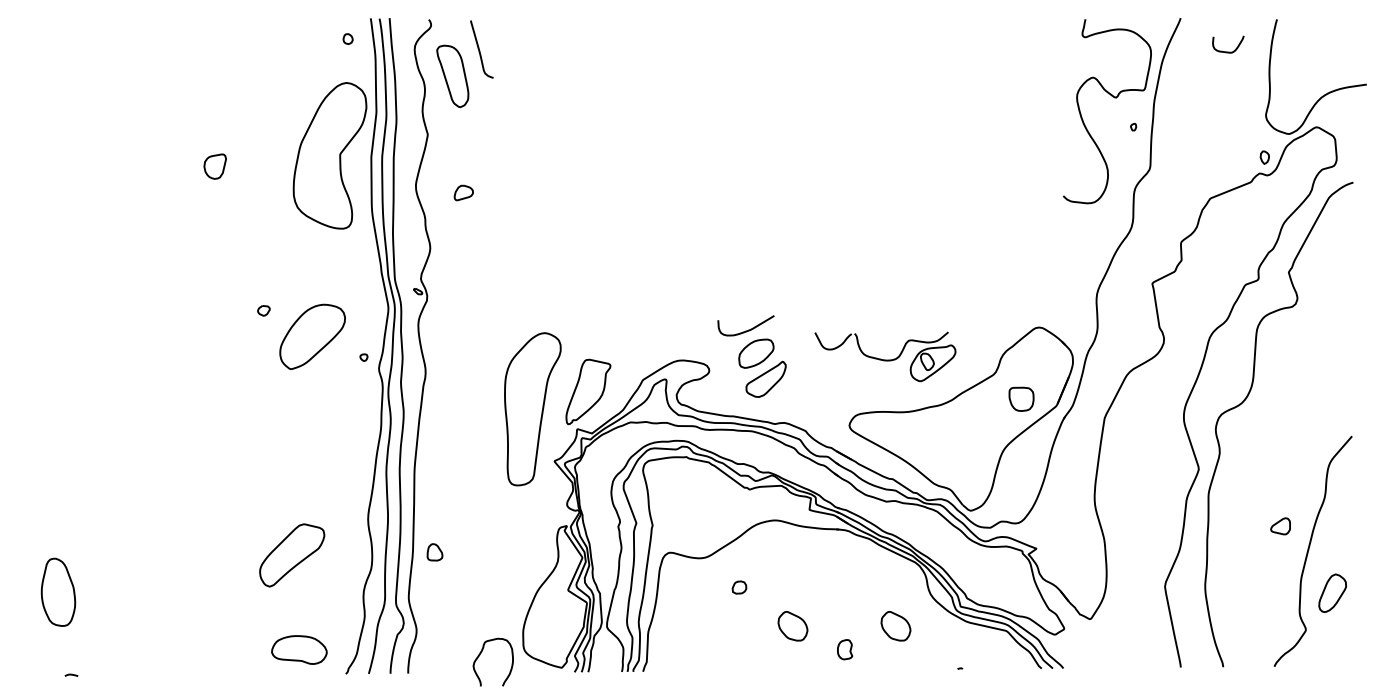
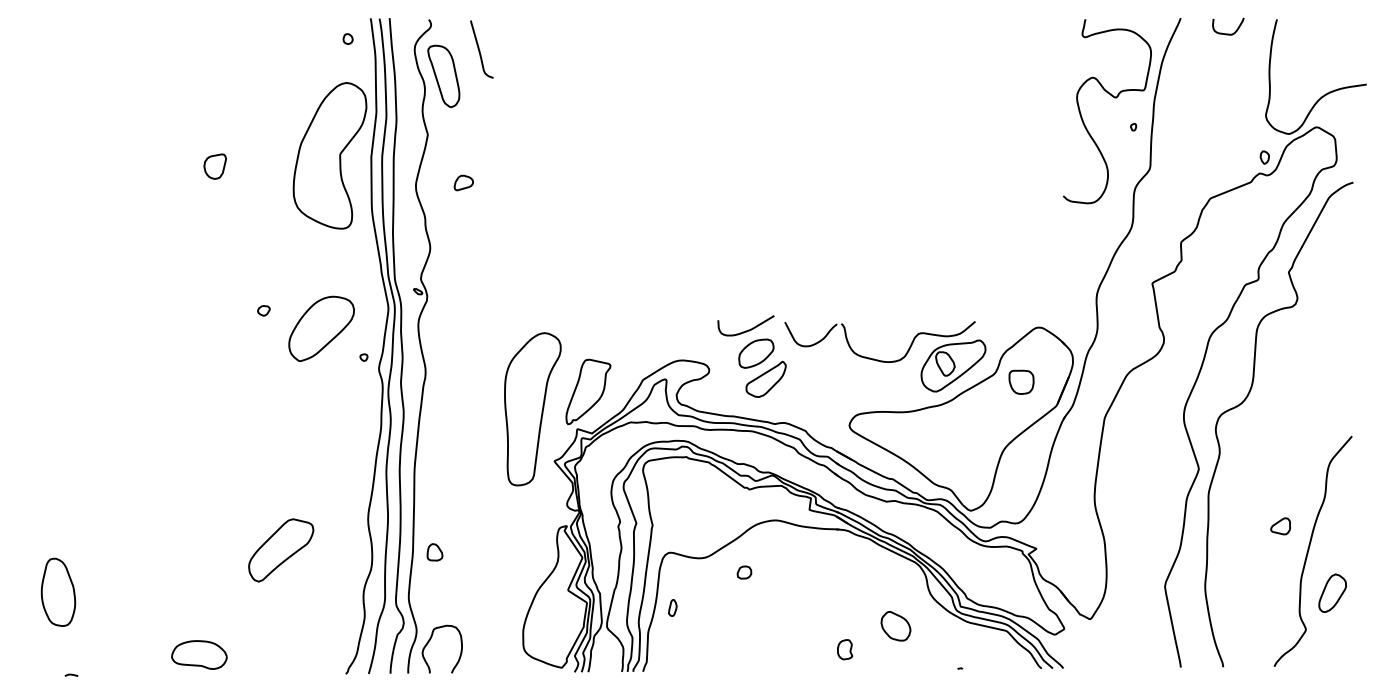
curve at (1228, 51) position: (1228, 51) -> (1228, 33)
part at (452, 76) position: (452, 76) -> (443, 76)
part at (463, 192) position: (463, 192) -> (463, 182)
part at (312, 336) position: (312, 336) -> (321, 328)
part at (885, 356) size: 143x52 px -> 203x72 px
part at (1021, 398) position: (1021, 398) -> (1021, 381)
part at (292, 555) position: (292, 555) -> (281, 550)
part at (739, 587) position: (739, 587) -> (744, 572)
part at (672, 607): none -> present
part at (792, 626): present -> none
part at (299, 649) position: (299, 649) -> (199, 654)
curve at (480, 655) position: (480, 655) -> (429, 642)
